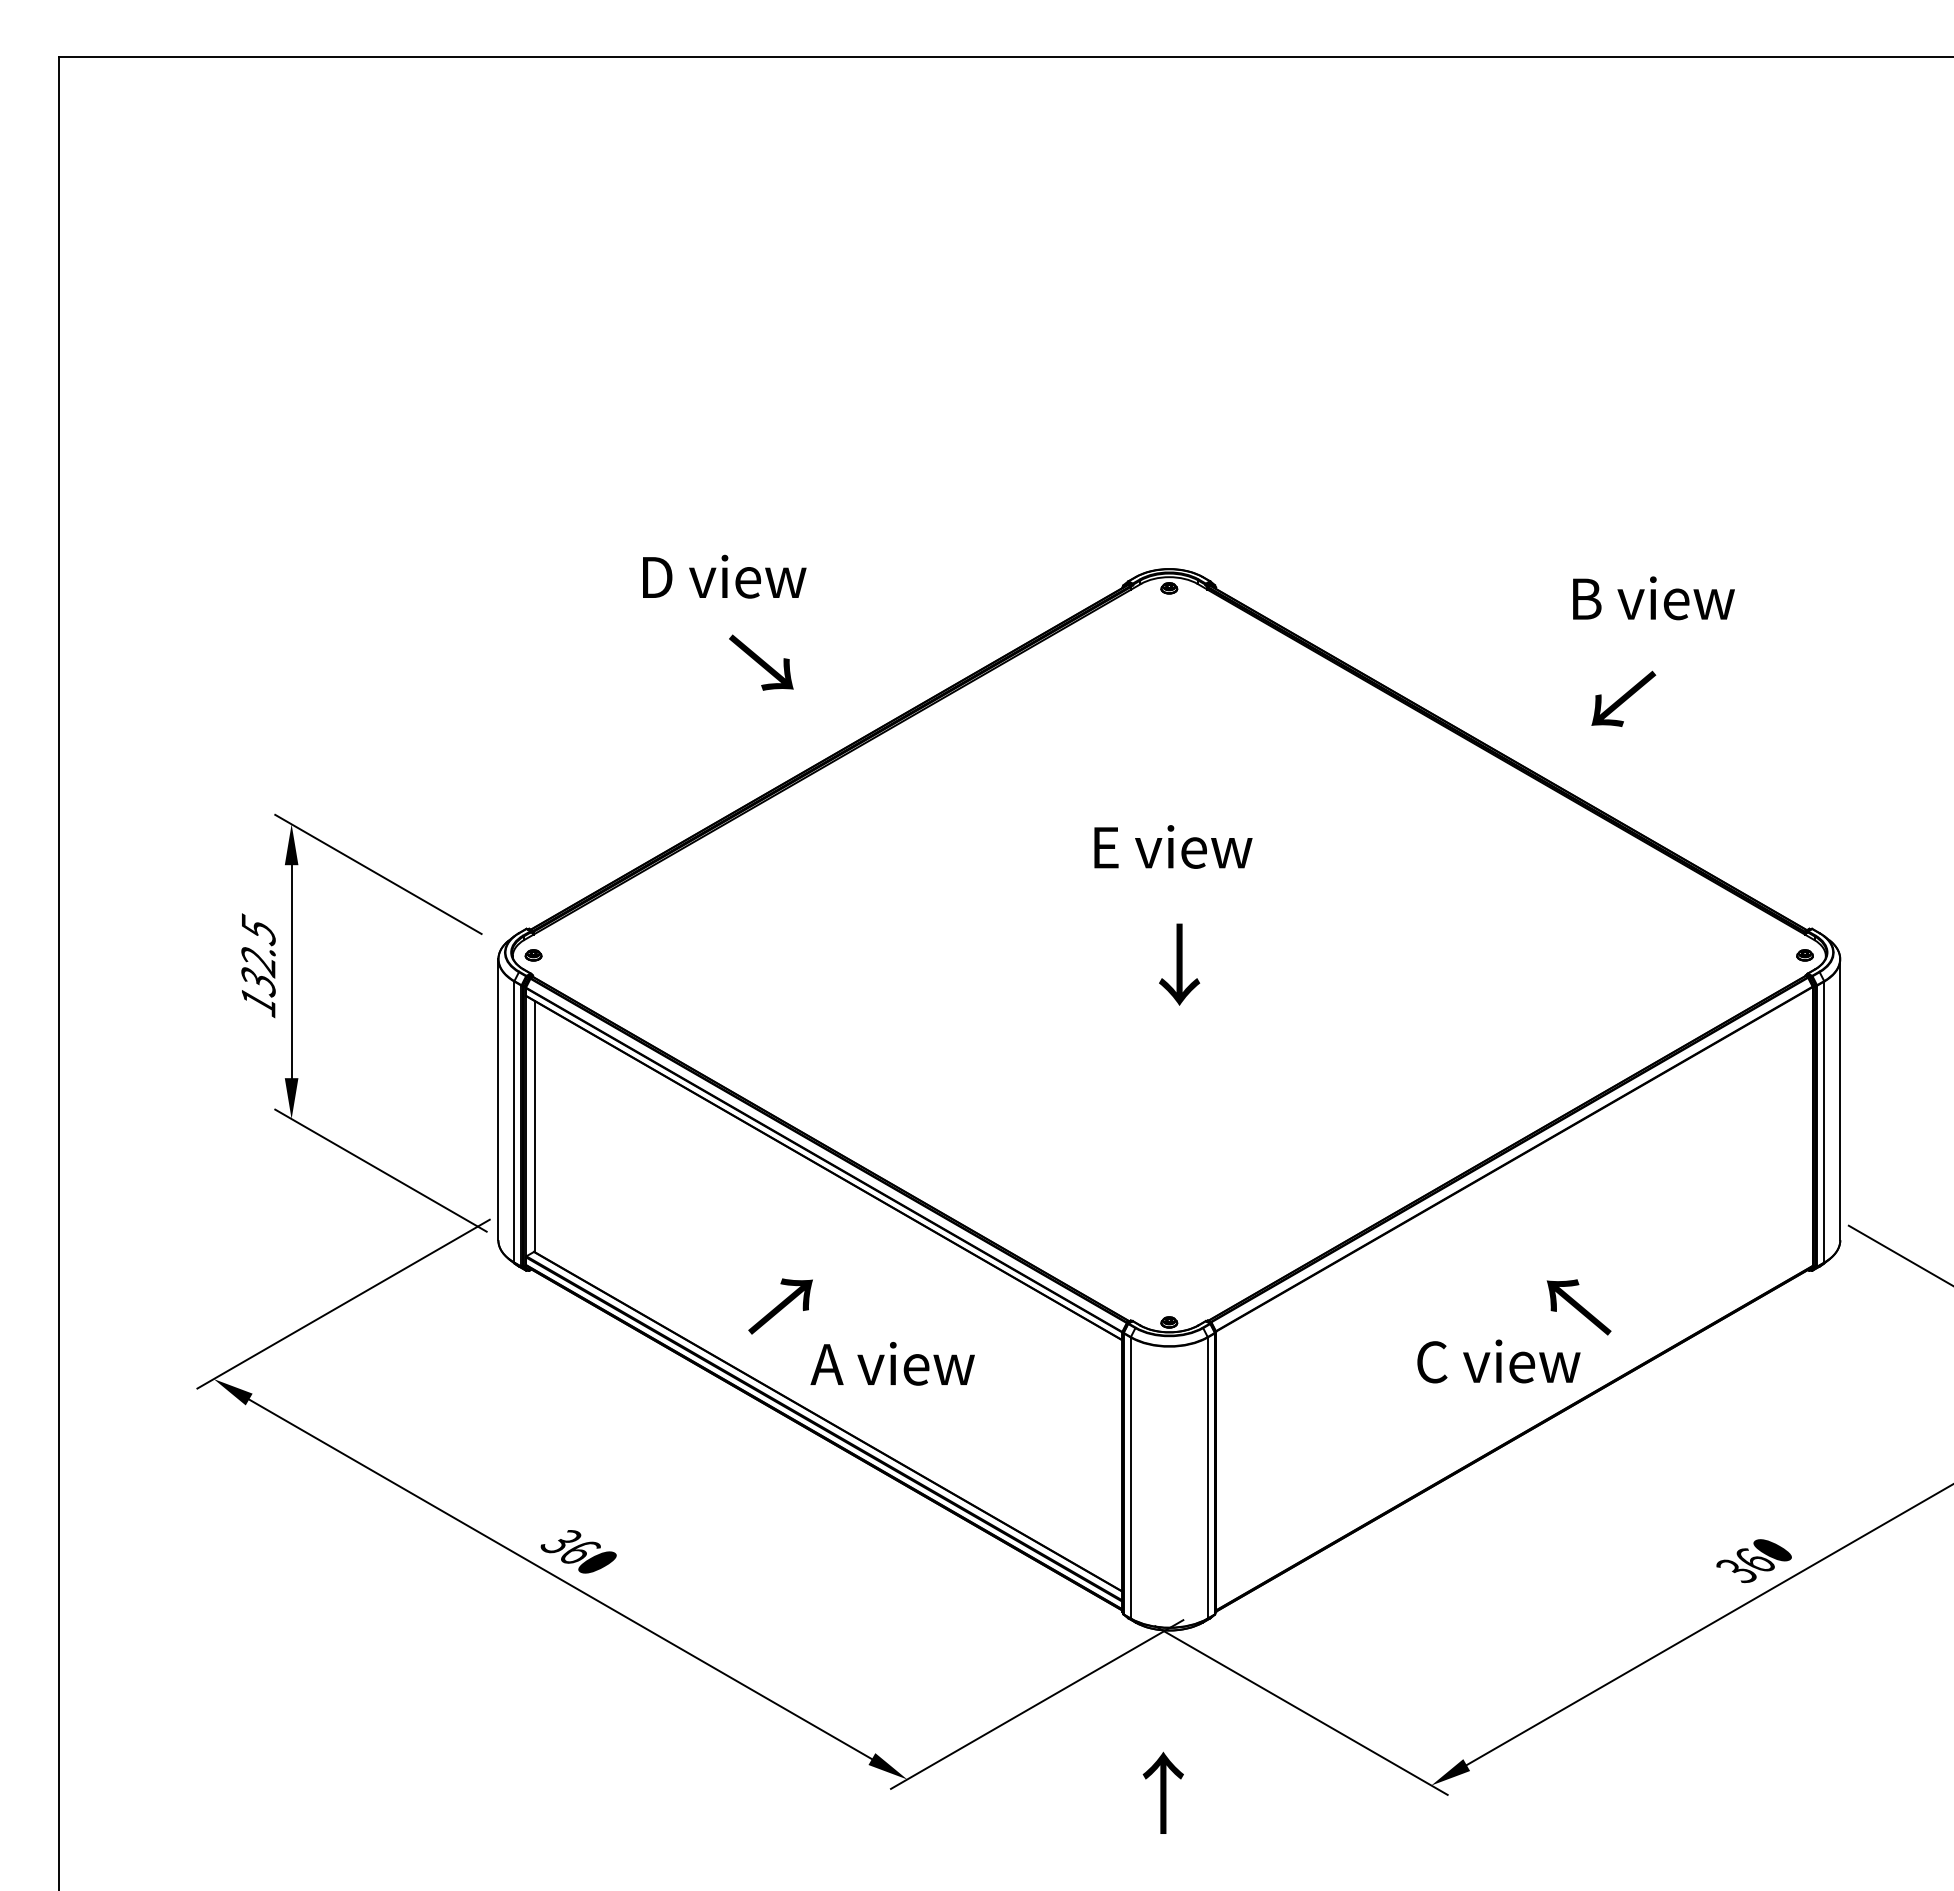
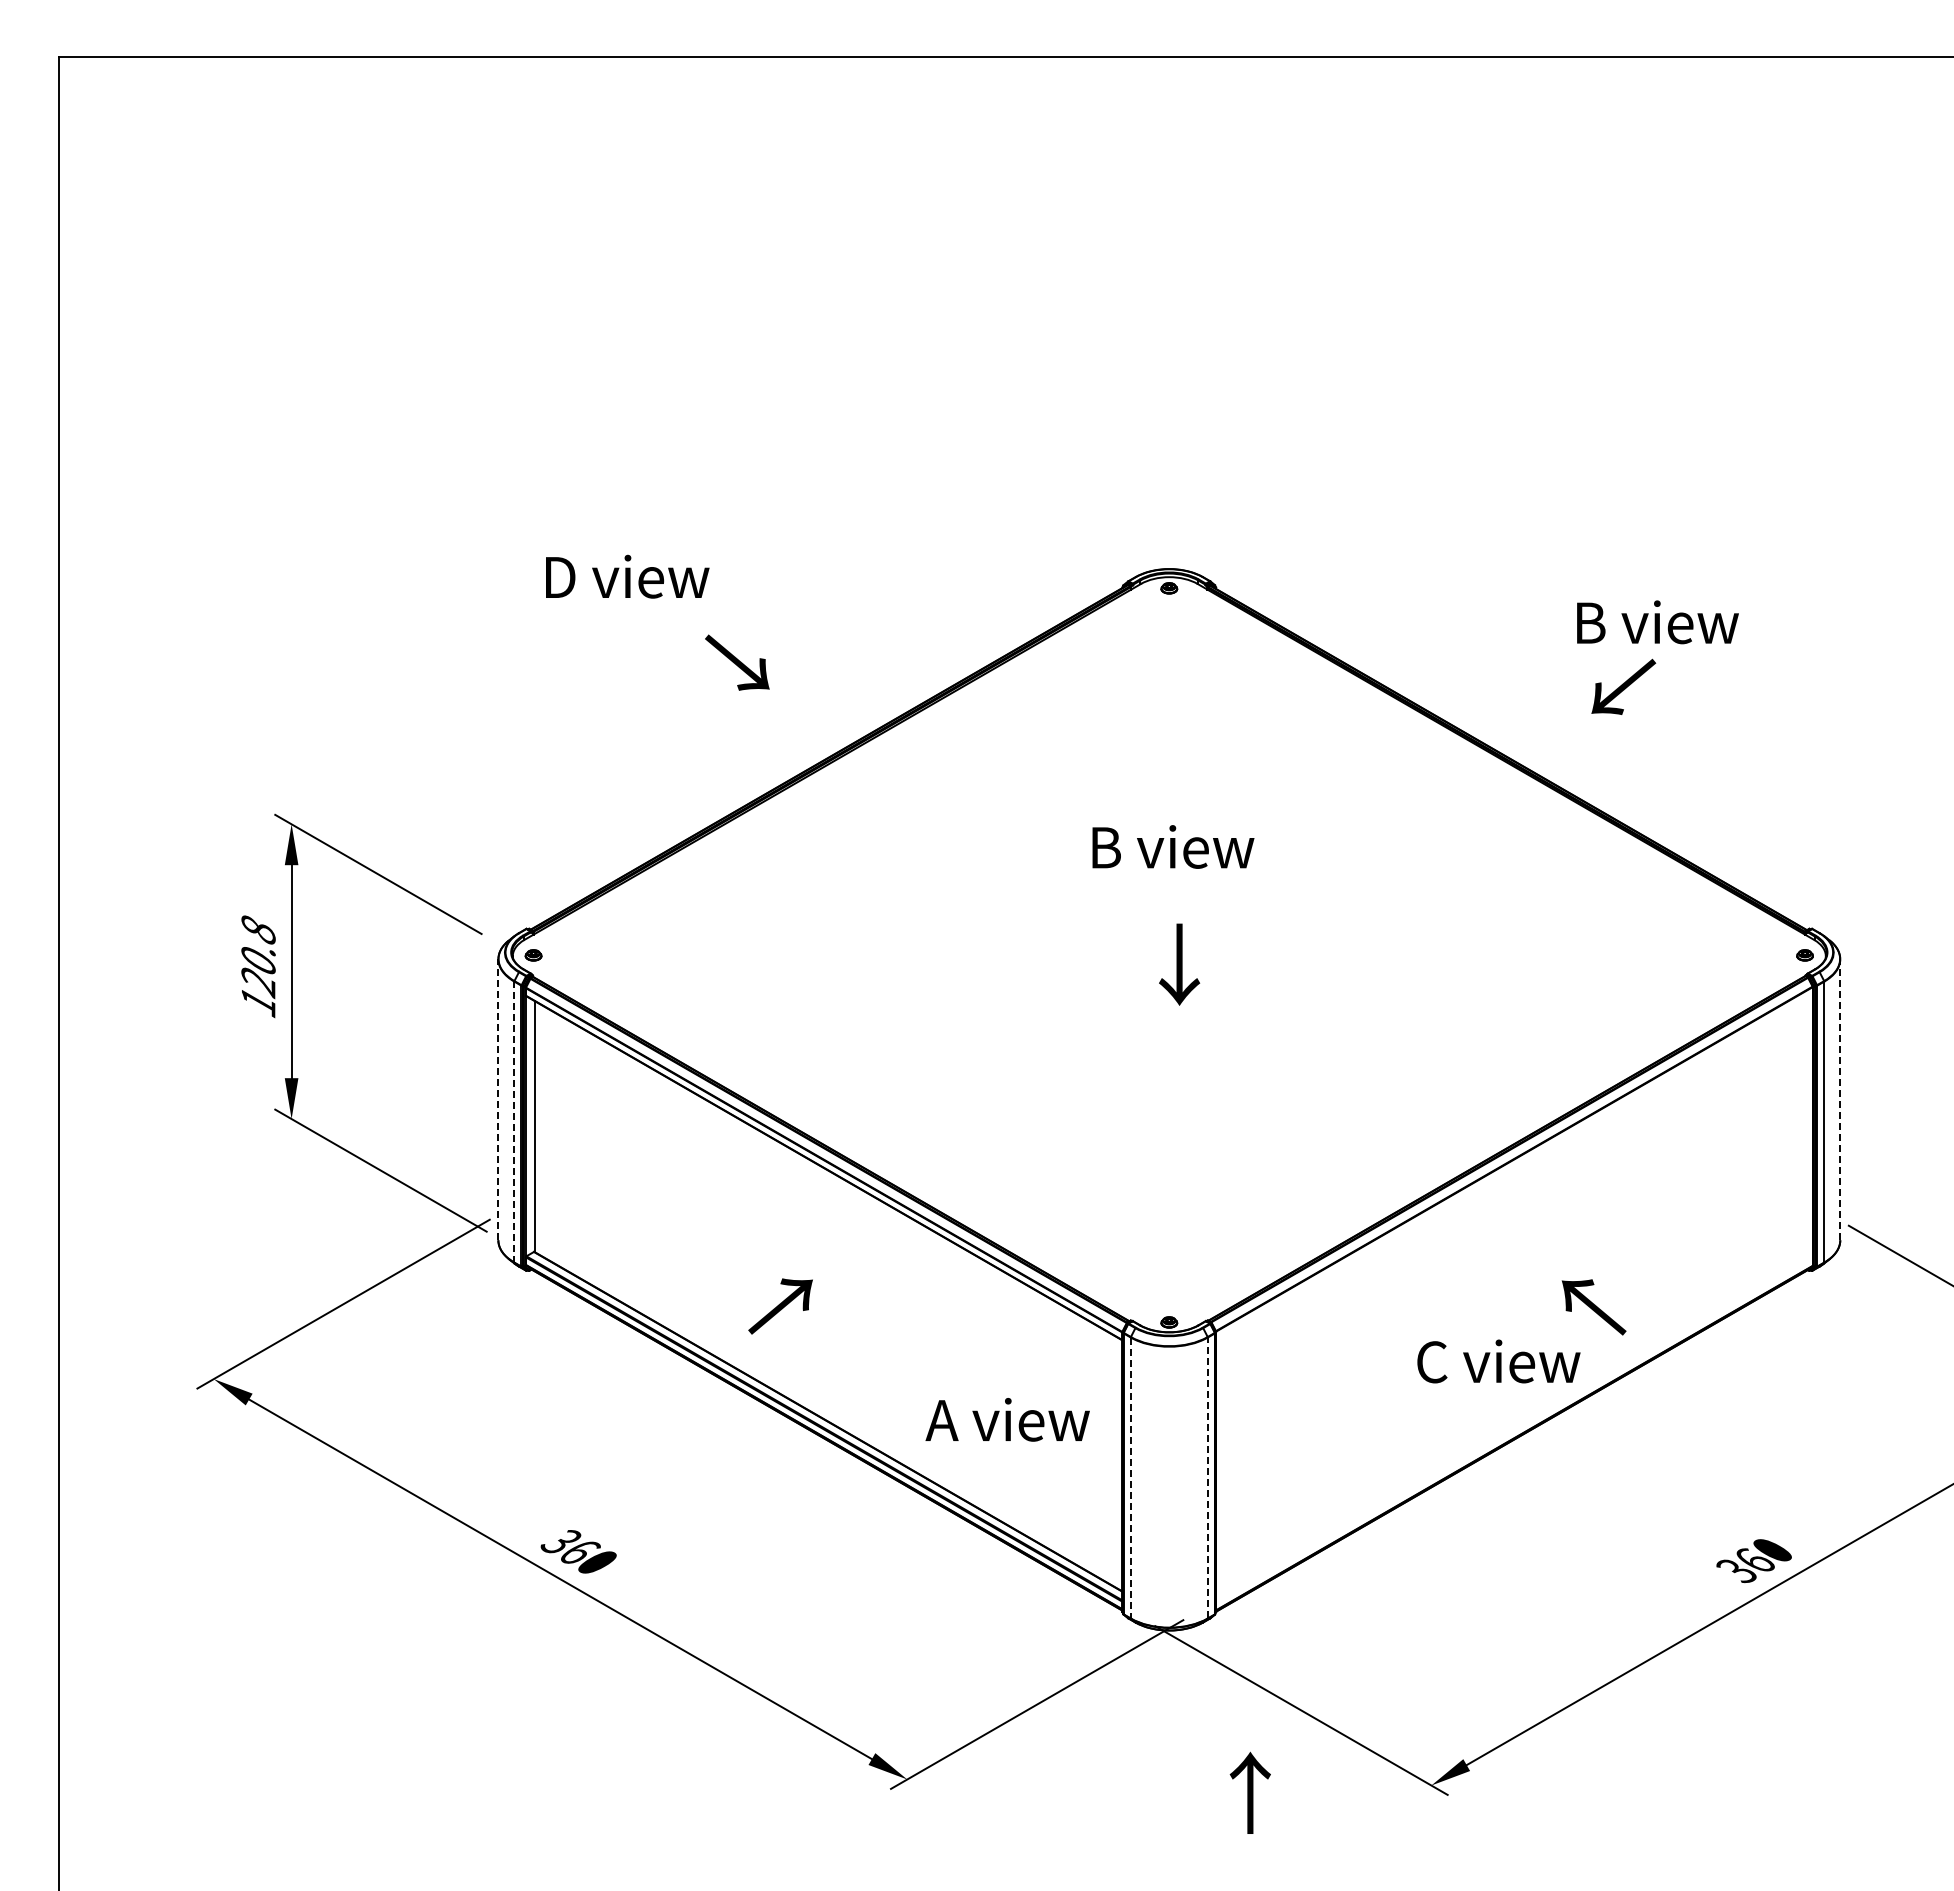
text at (724, 576) position: (724, 576) -> (627, 576)
text at (1653, 598) position: (1653, 598) -> (1657, 622)
text at (761, 662) position: (761, 662) -> (737, 662)
text at (1623, 698) position: (1623, 698) -> (1623, 686)
text at (1173, 846): E view -> B view
text at (258, 956): 132.5 -> 120.8
line at (498, 1099): solid -> dashed
line at (1840, 1099): solid -> dashed
line at (514, 1121): solid -> dashed
text at (1578, 1307) position: (1578, 1307) -> (1593, 1307)
text at (892, 1363) position: (892, 1363) -> (1007, 1419)
line at (1207, 1477): solid -> dashed
line at (1130, 1478): solid -> dashed
text at (1162, 1792) position: (1162, 1792) -> (1249, 1792)
